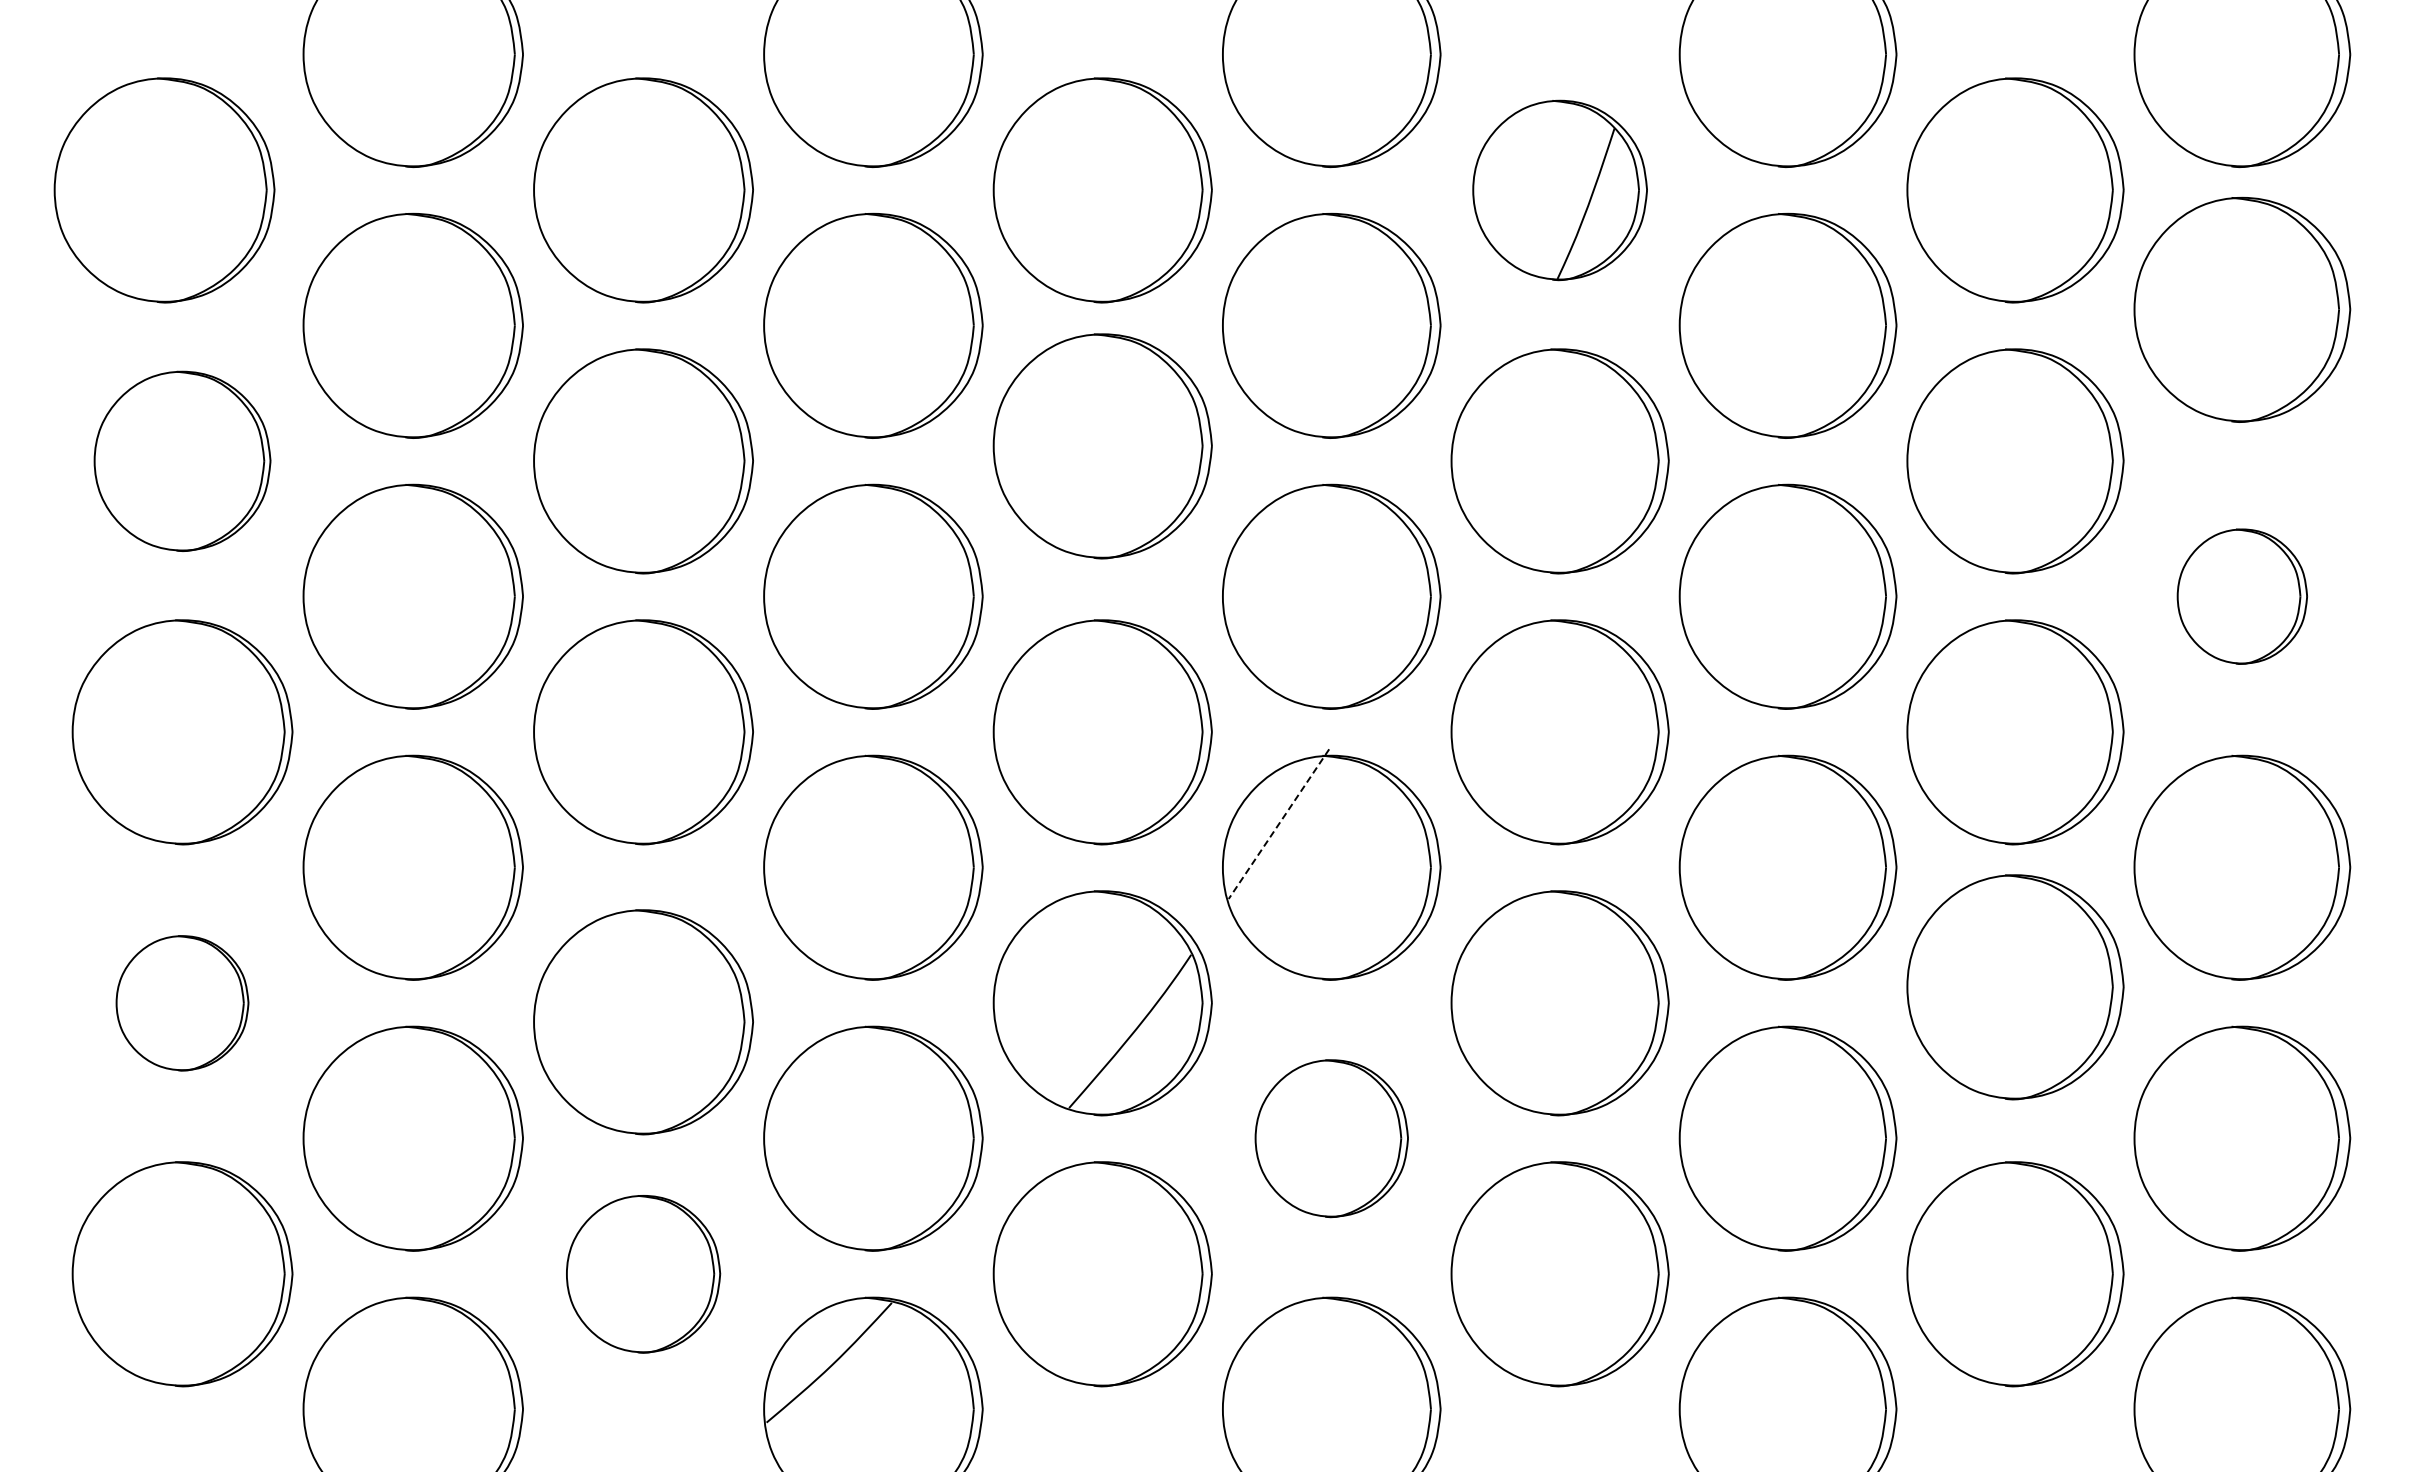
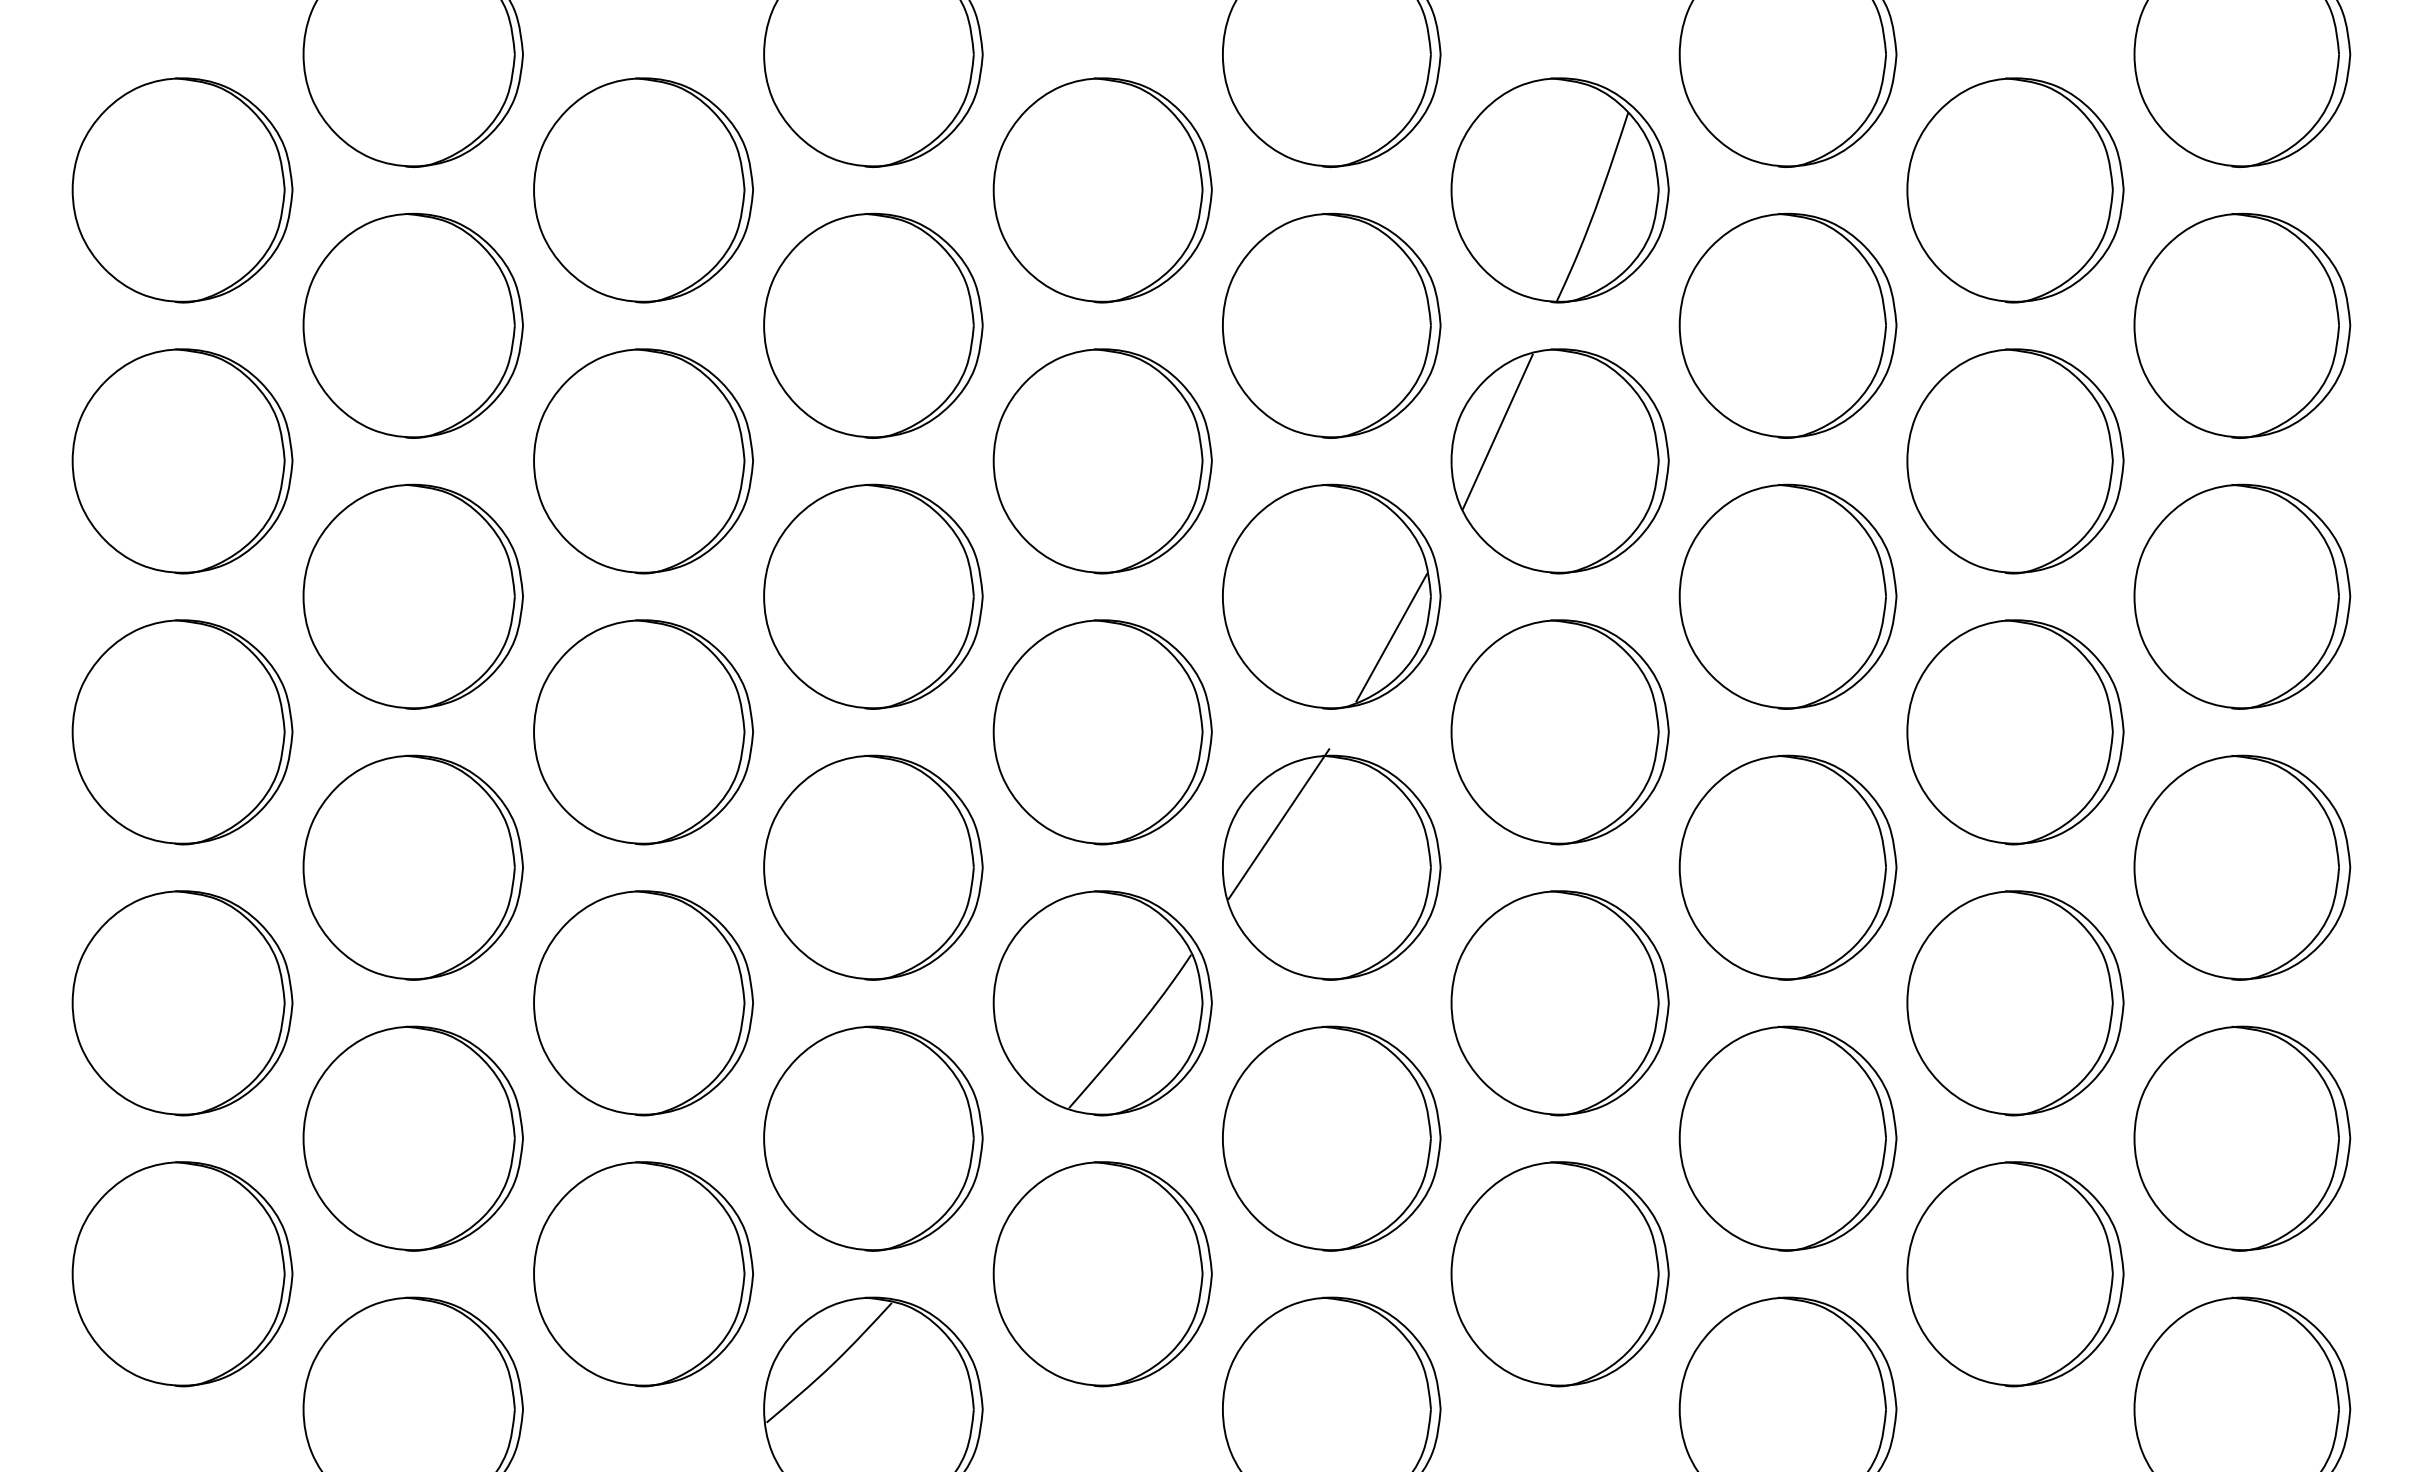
part at (164, 190) position: (164, 190) -> (182, 190)
part at (1559, 190) size: 176x183 px -> 220x227 px
part at (2242, 309) position: (2242, 309) -> (2242, 325)
line at (1497, 431): none -> present
part at (1102, 446) position: (1102, 446) -> (1102, 461)
part at (182, 460) size: 179x182 px -> 223x227 px
part at (2241, 596) size: 132x137 px -> 219x227 px
line at (1391, 637): none -> present
line at (1278, 824): dashed -> solid
part at (2015, 987) position: (2015, 987) -> (2015, 1003)
part at (182, 1003) size: 135x137 px -> 223x227 px
part at (643, 1022) position: (643, 1022) -> (643, 1003)
part at (1331, 1138) size: 155x160 px -> 220x227 px
part at (643, 1274) size: 156x159 px -> 221x227 px
